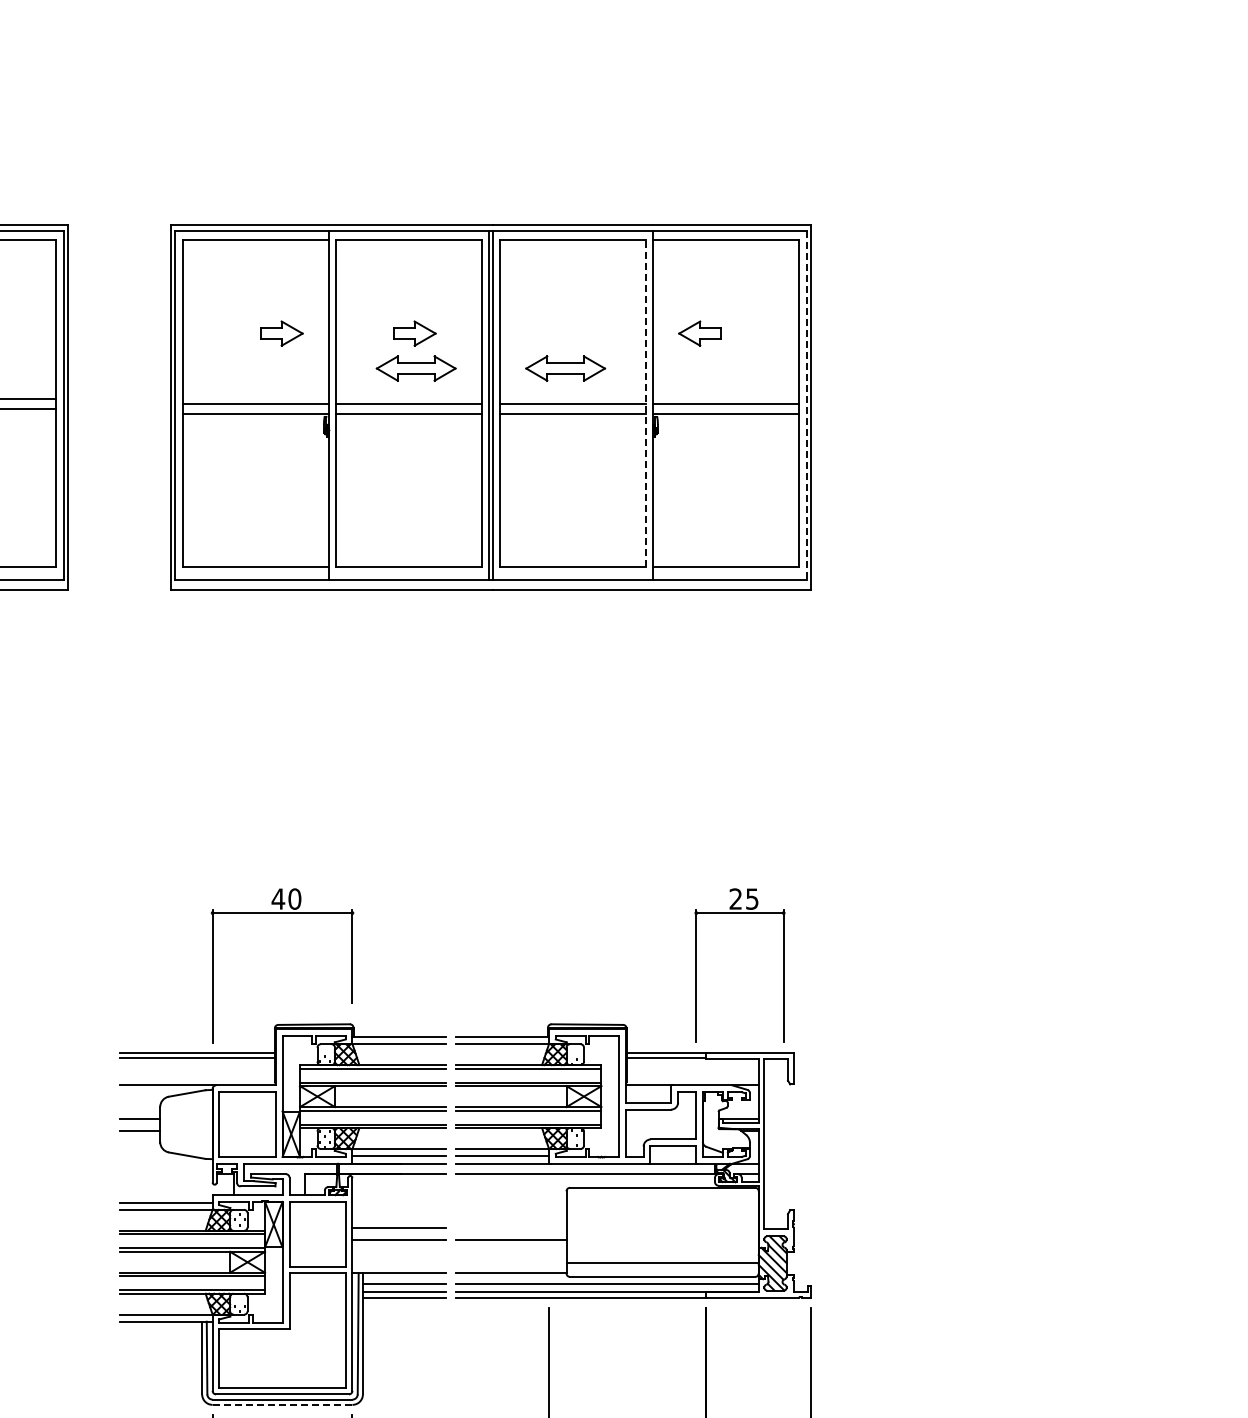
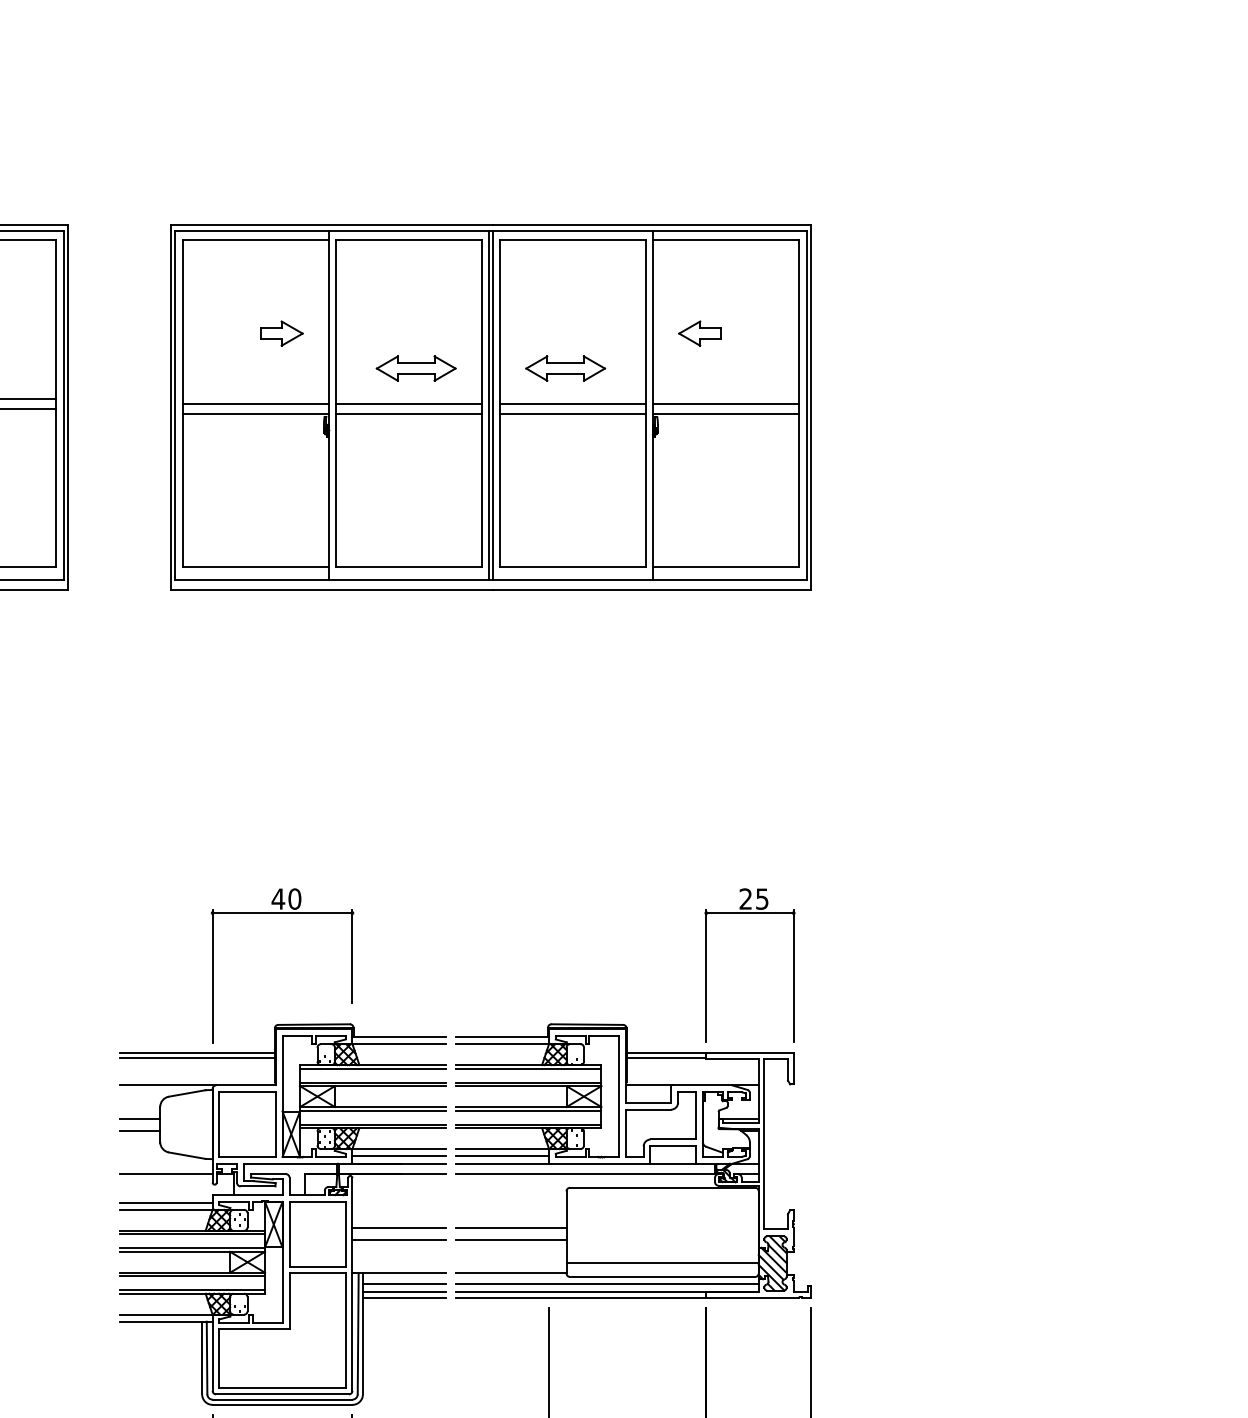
part at (414, 333): present -> none
line at (646, 403): dashed -> solid
line at (806, 405): dashed -> solid
part at (696, 965) position: (696, 965) -> (706, 965)
line at (165, 1174): none -> present
line at (511, 1228): none -> present
line at (282, 1404): dashed -> solid
